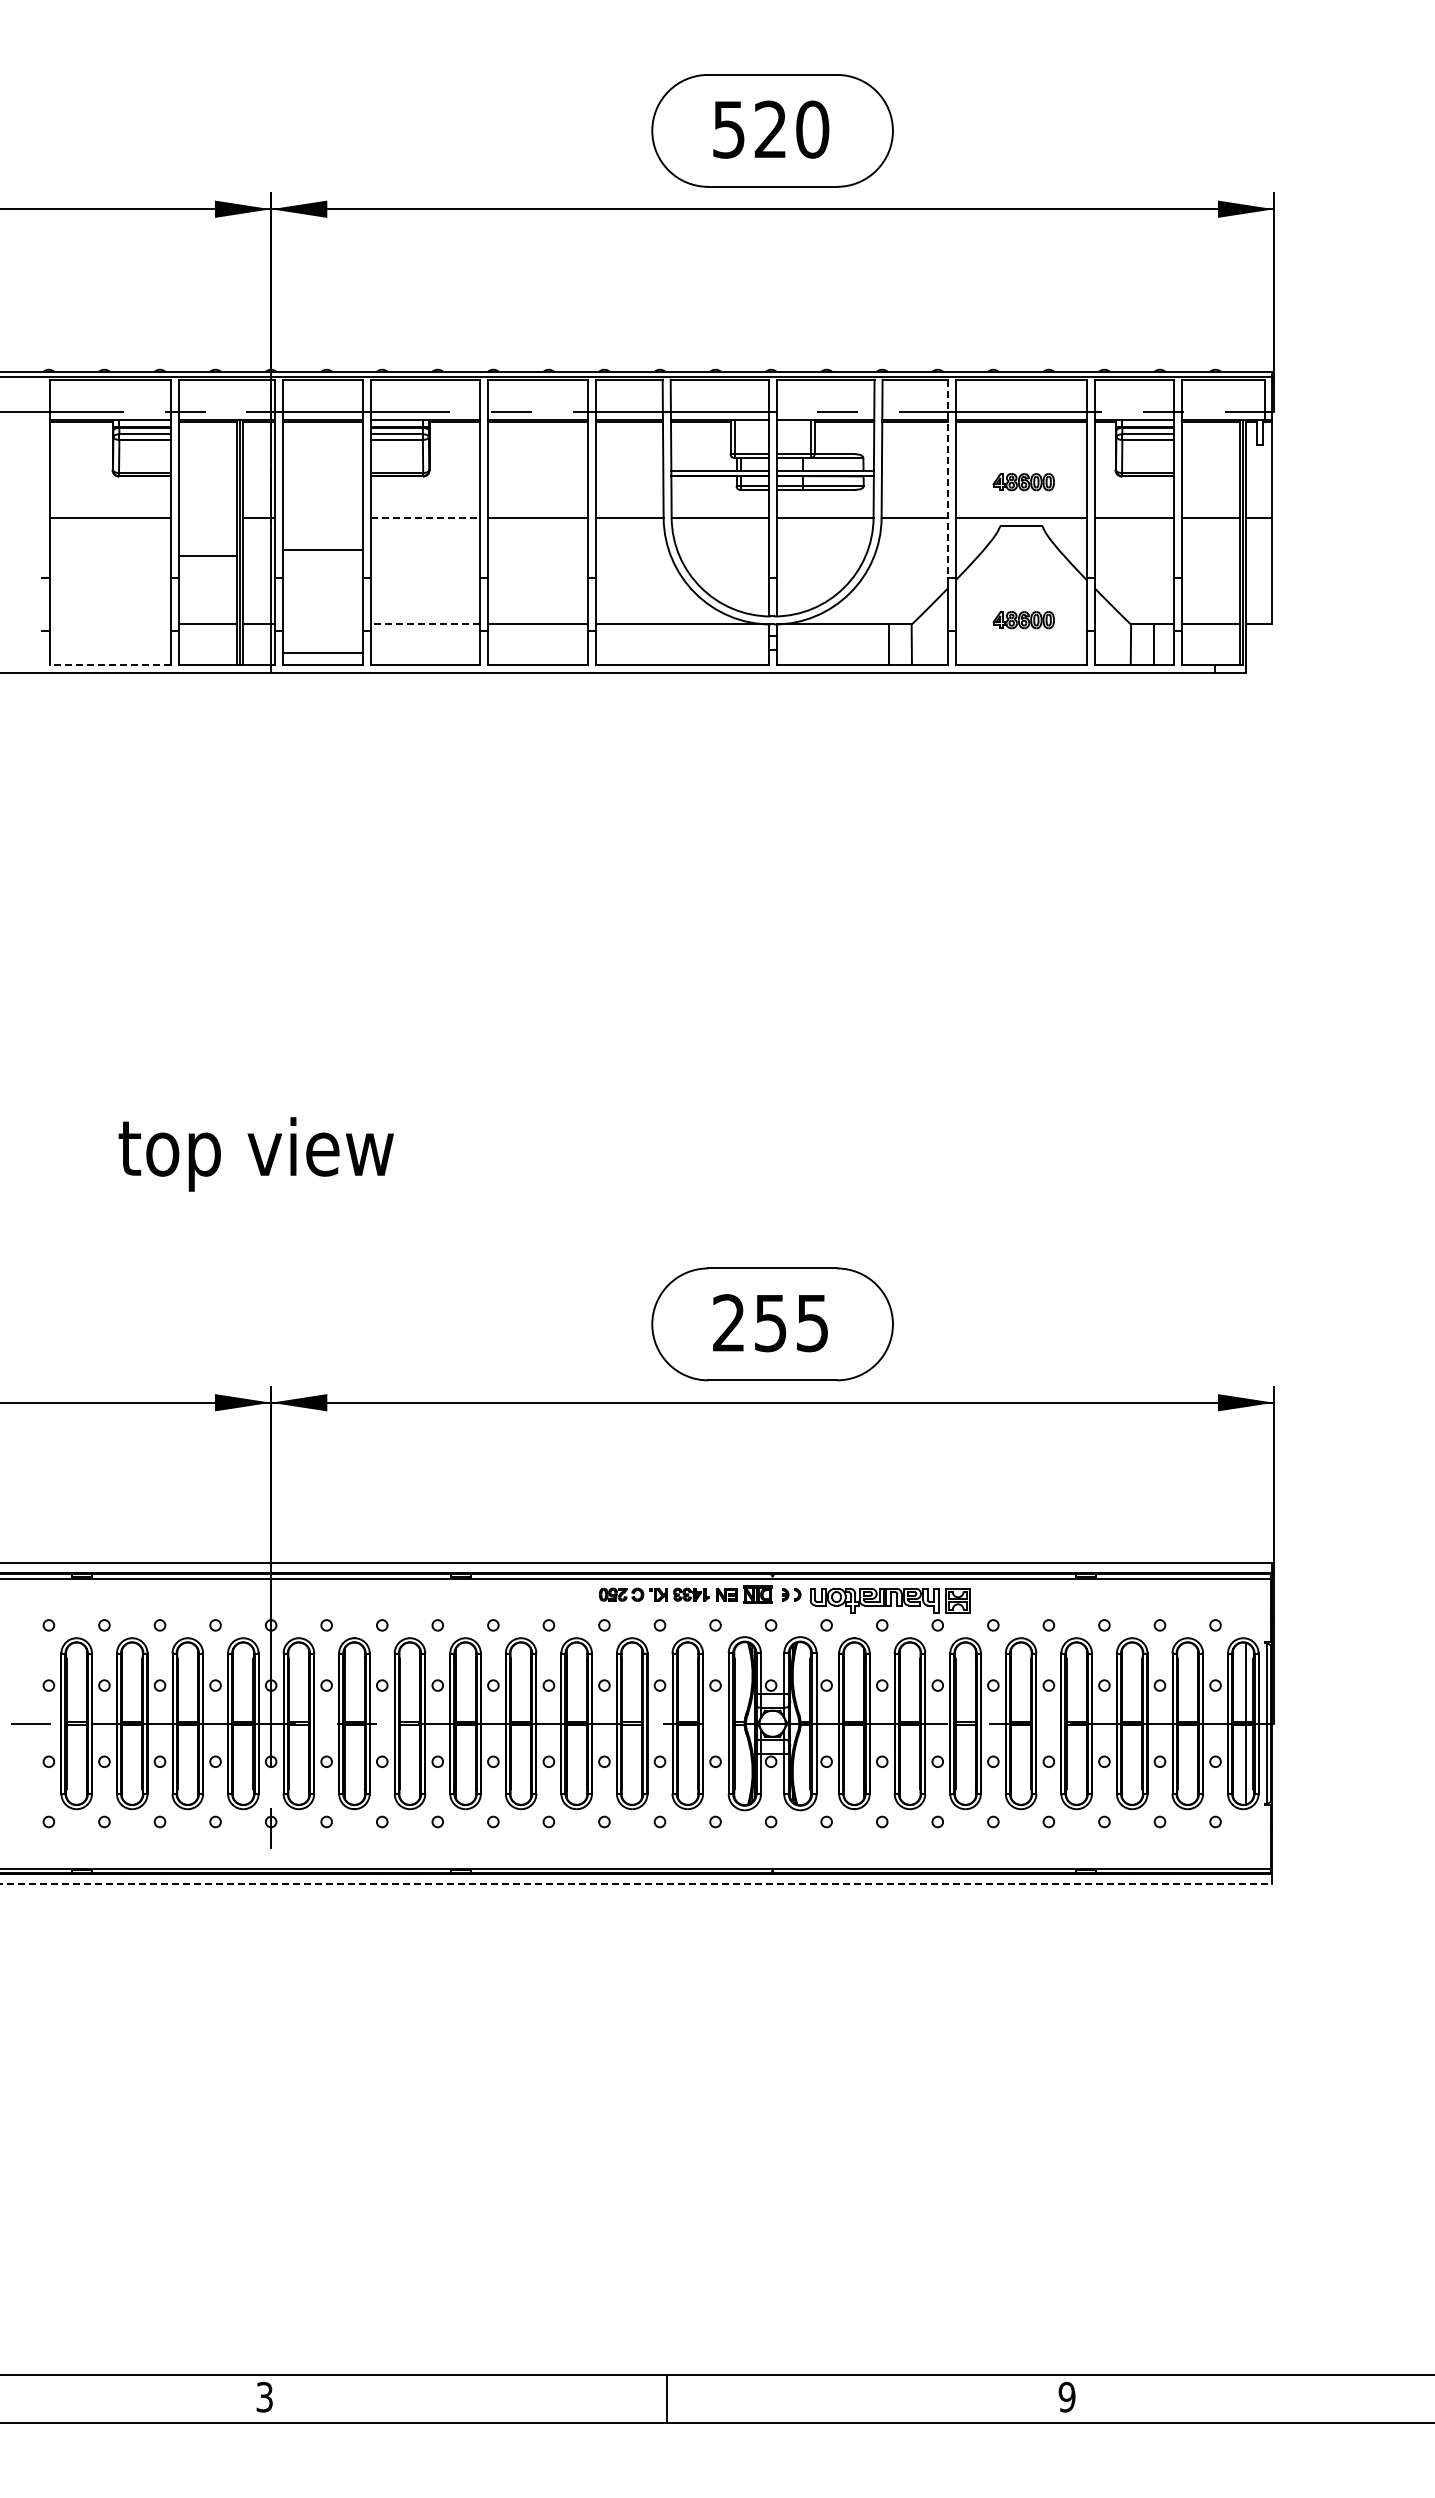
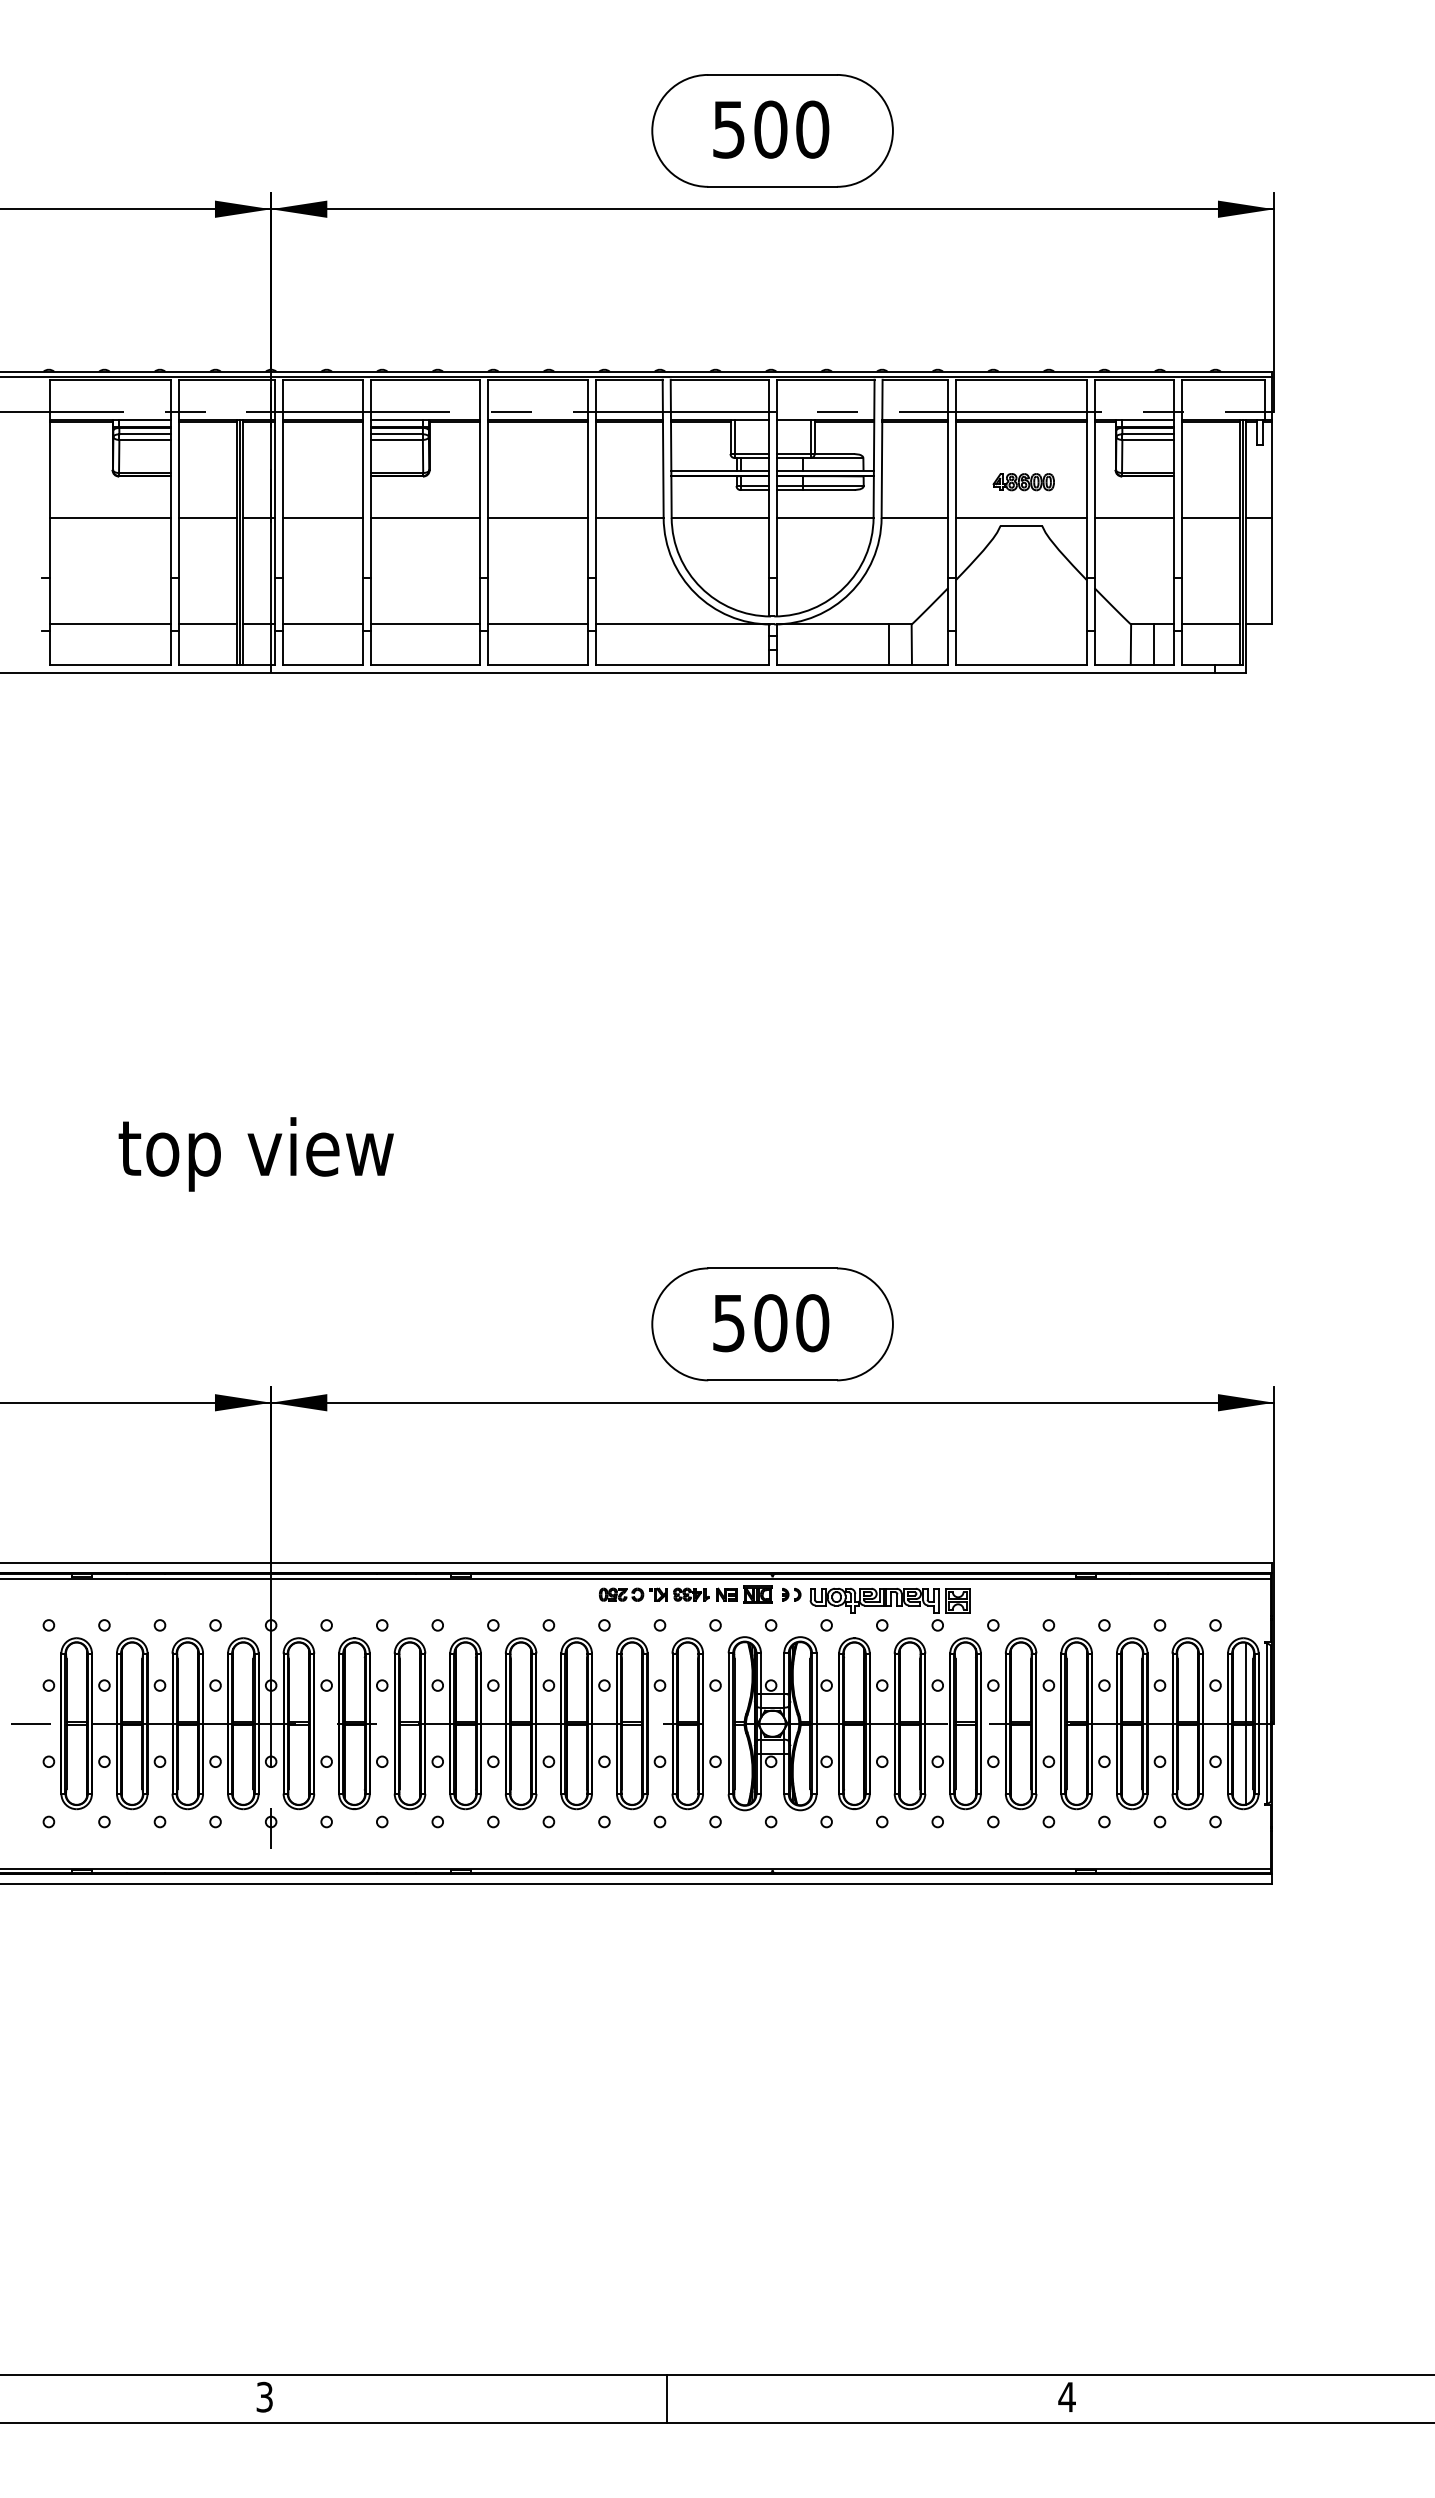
text at (770, 129): 520 -> 500
line at (948, 479): dashed -> solid
line at (426, 517): dashed -> solid
line at (323, 549) position: (323, 549) -> (323, 517)
line at (207, 555) position: (207, 555) -> (207, 517)
part at (1023, 620): present -> none
line at (110, 624): none -> present
line at (425, 624): dashed -> solid
line at (323, 653) position: (323, 653) -> (323, 624)
line at (110, 664): dashed -> solid
text at (771, 1323): 255 -> 500
line at (636, 1884): dashed -> solid
text at (1066, 2396): 9 -> 4
